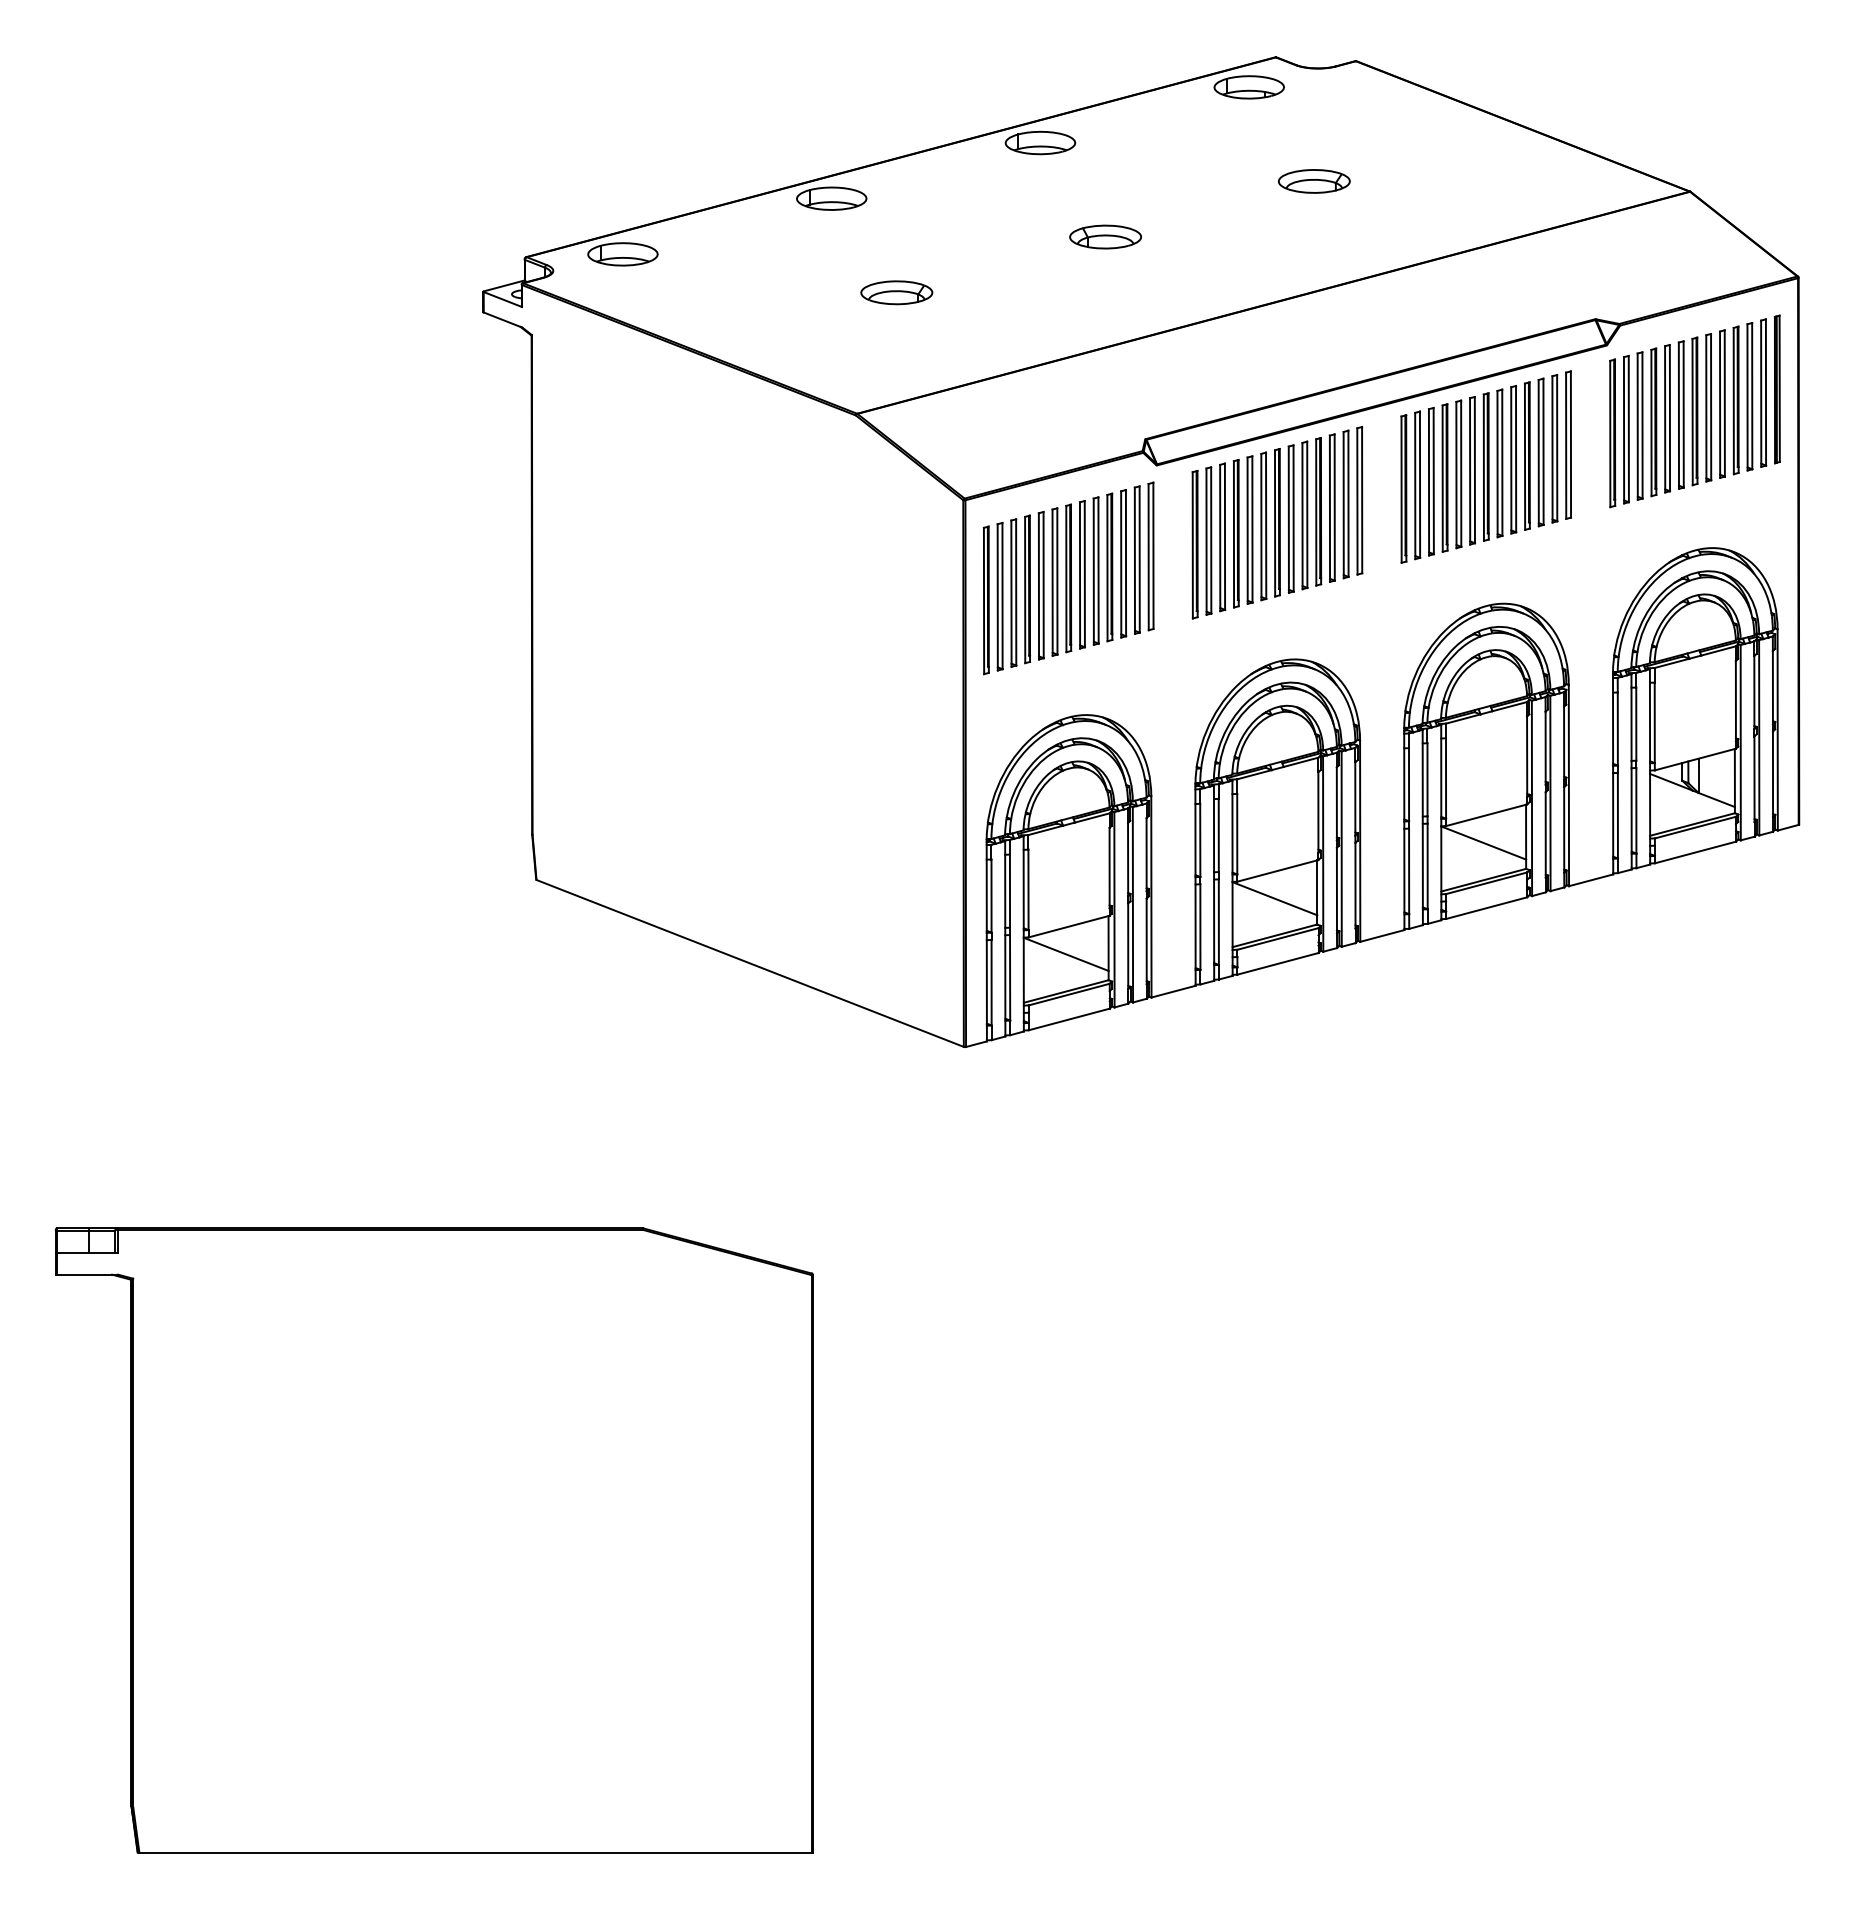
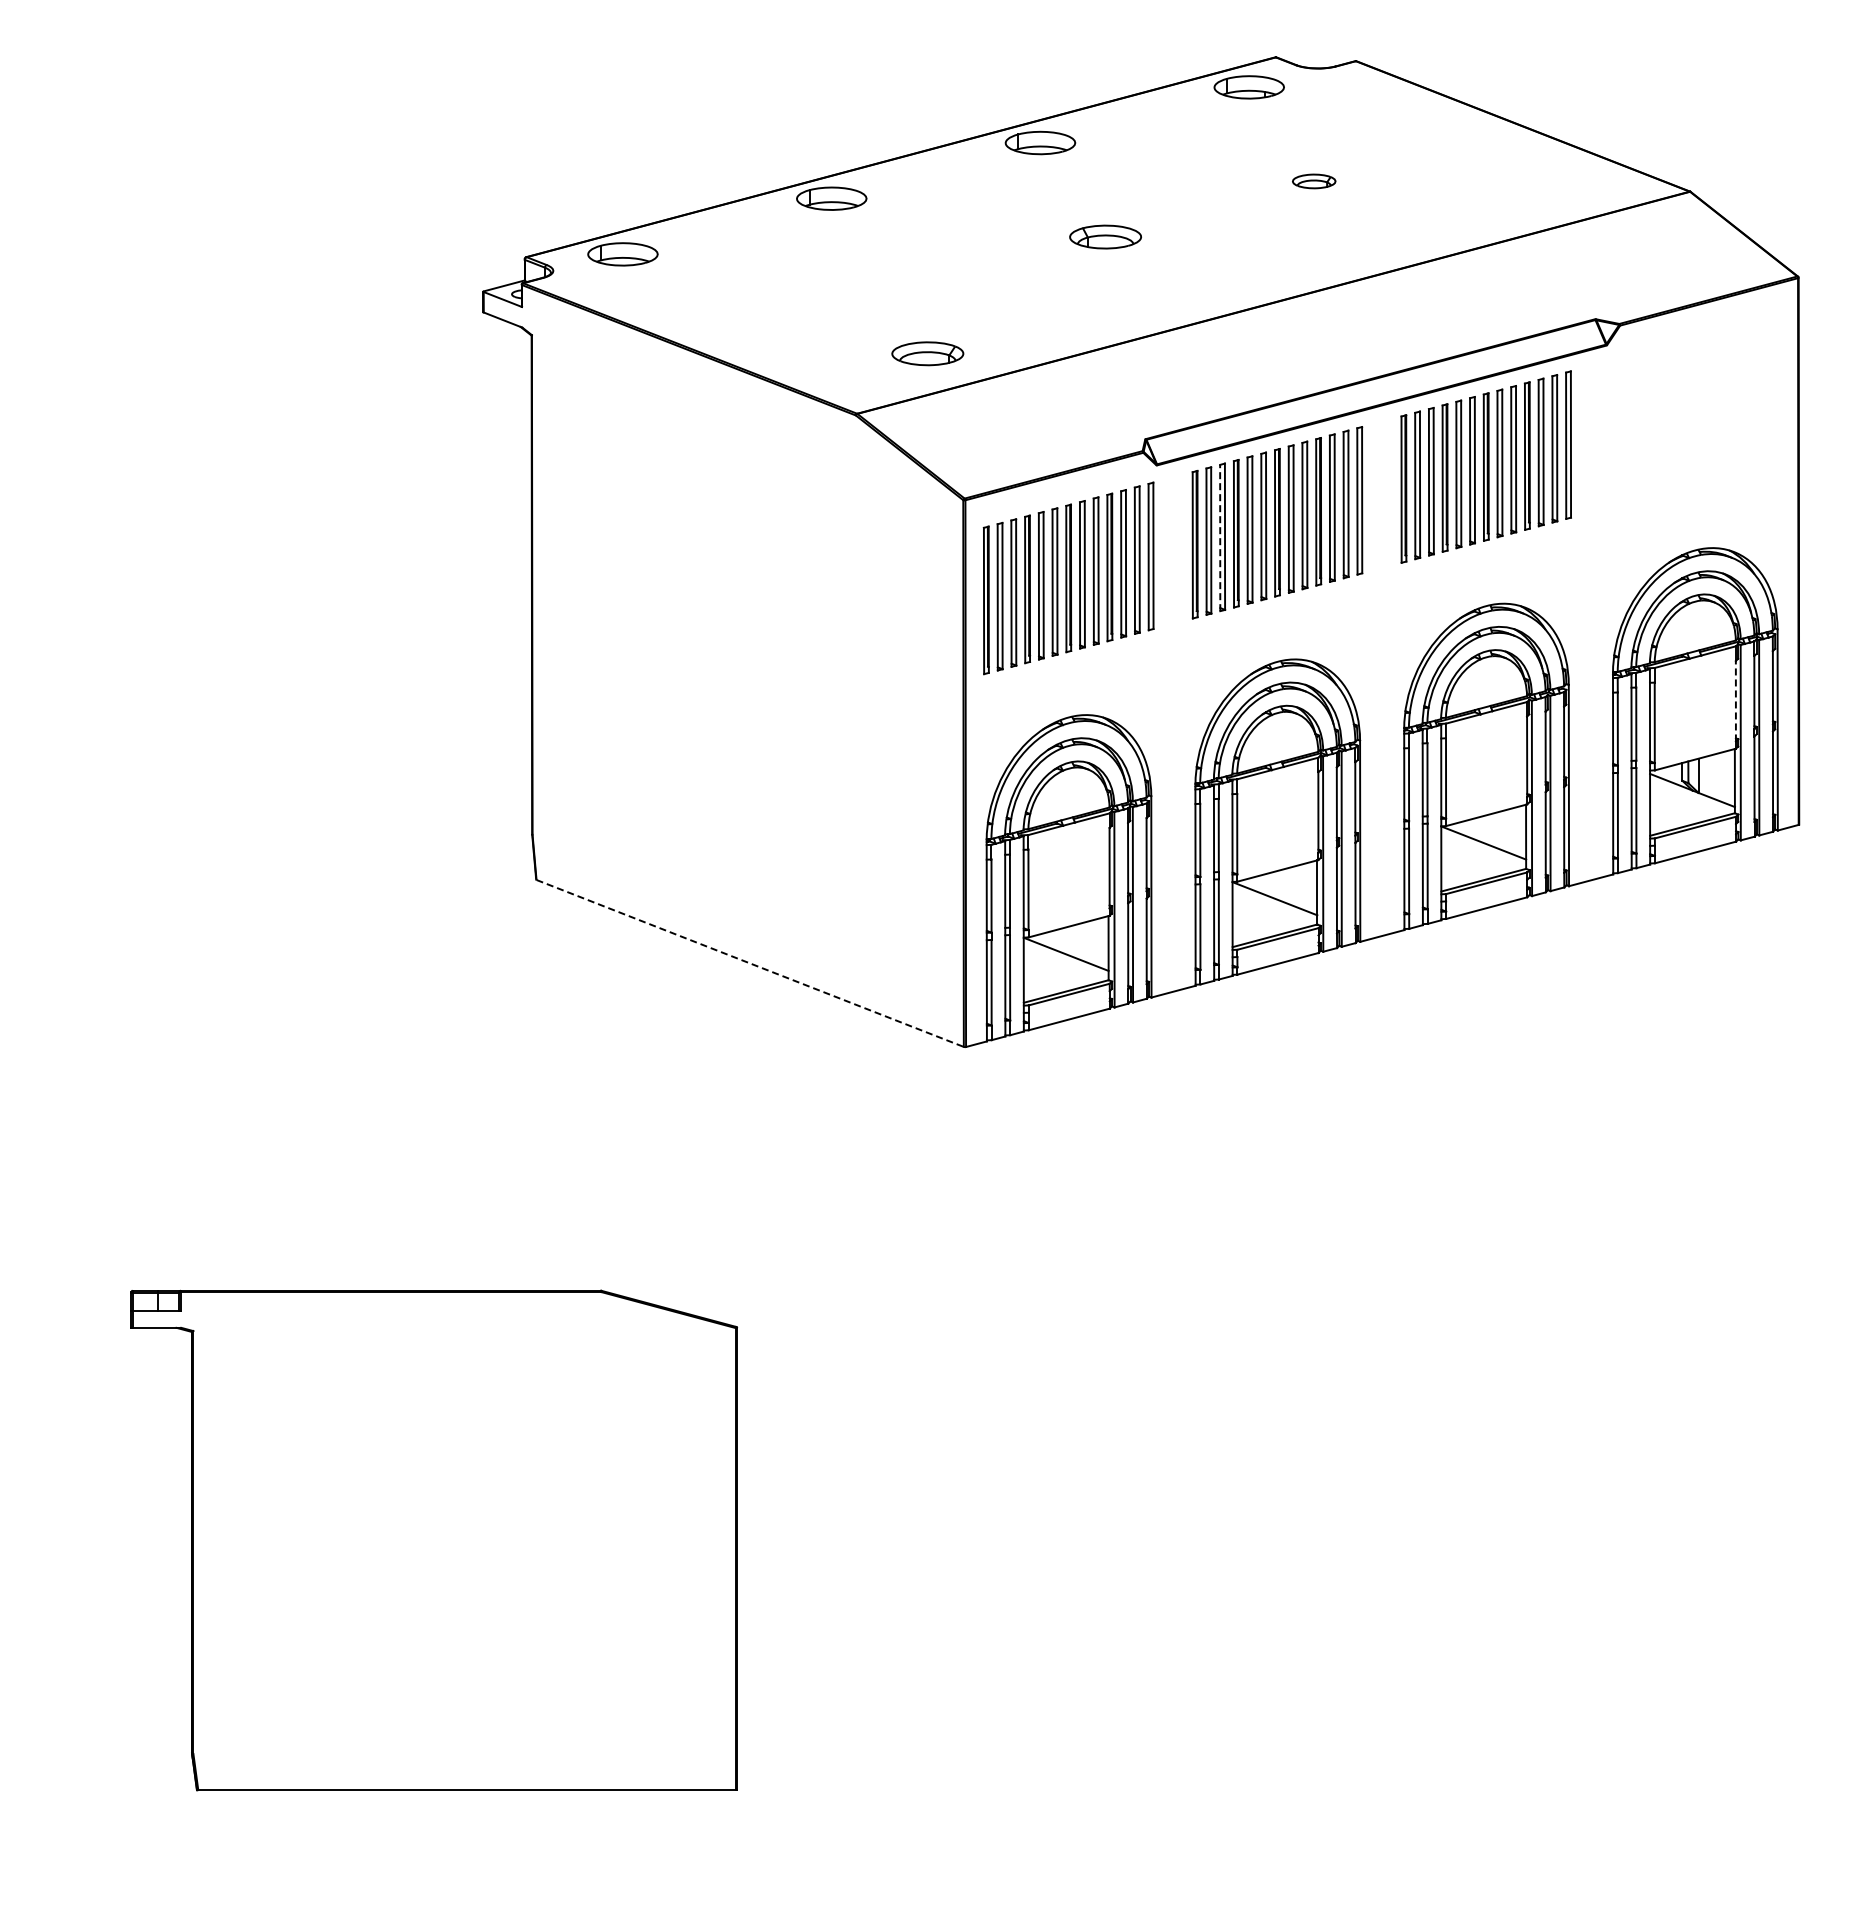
part at (1313, 181) size: 74x25 px -> 45x17 px
part at (896, 292) position: (896, 292) -> (927, 353)
part at (1694, 411): present -> none
line at (1220, 537): solid -> dashed
line at (1735, 700): solid -> dashed
line at (750, 963): solid -> dashed
part at (433, 1540) size: 760x627 px -> 608x503 px
